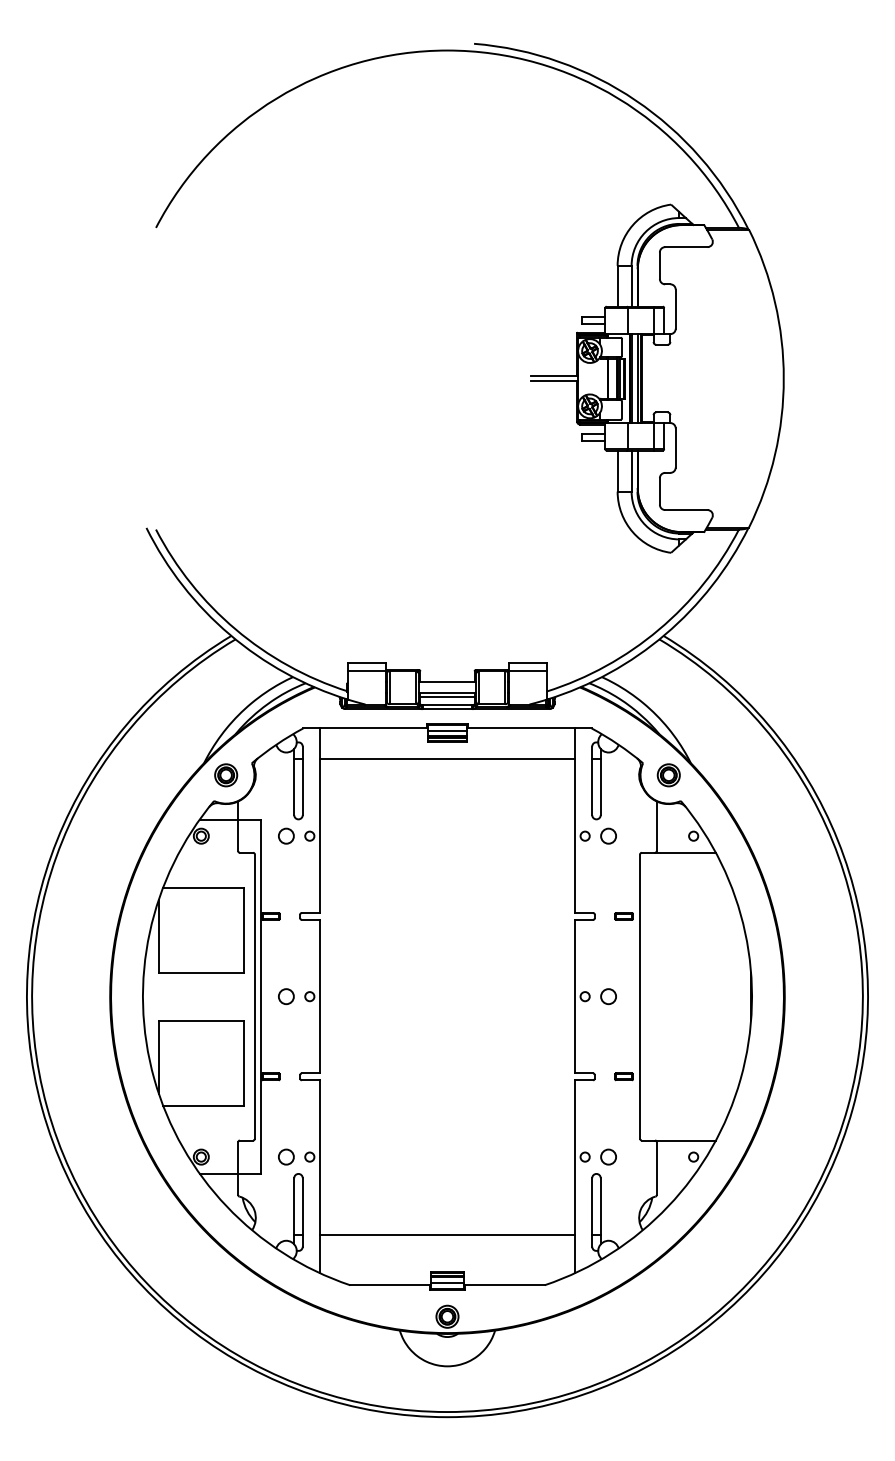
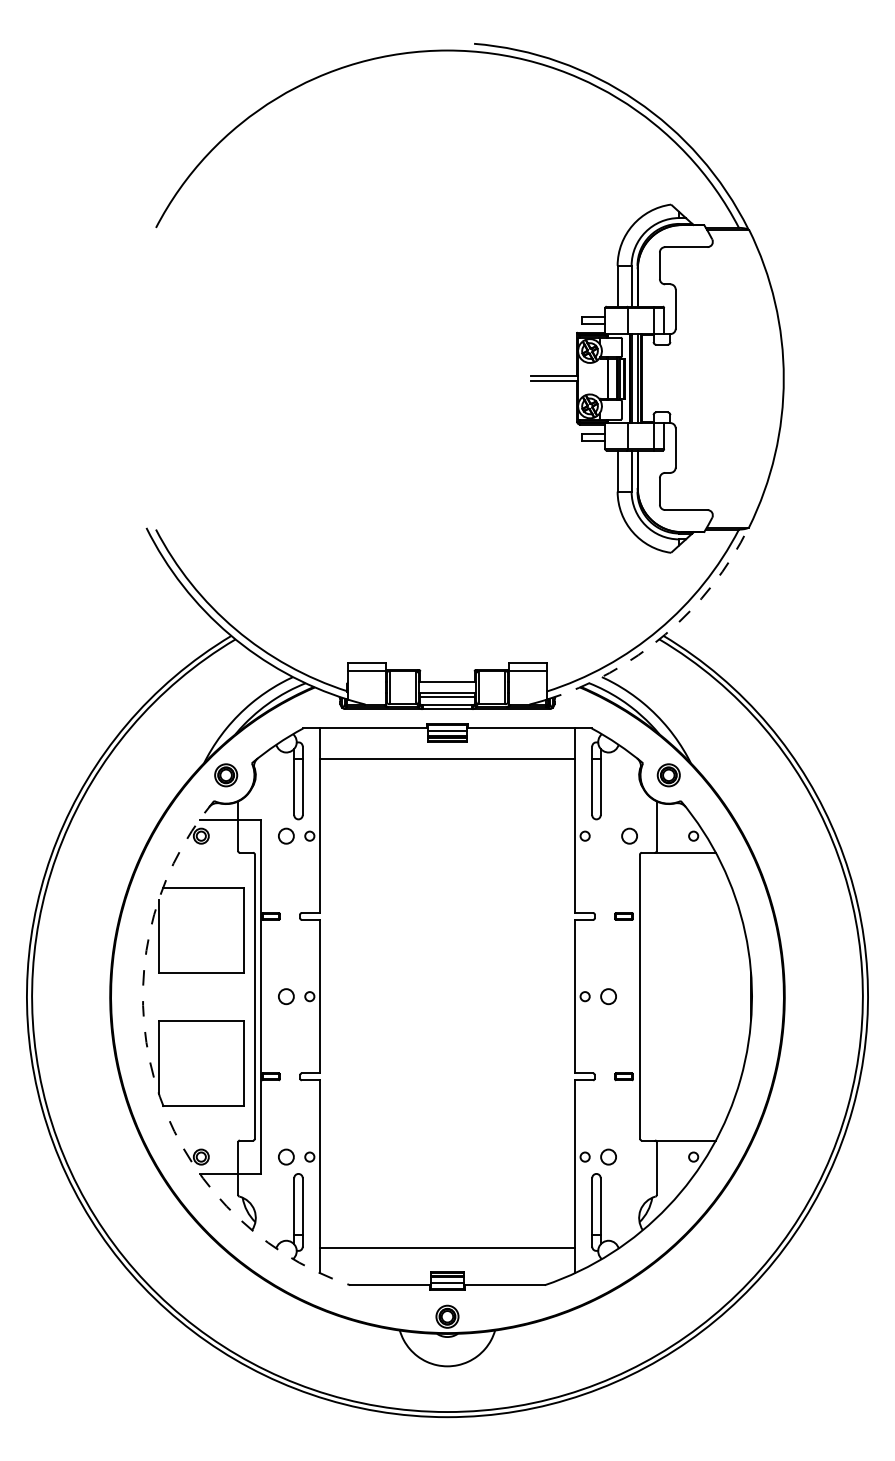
arc at (665, 634): solid -> dashed
circle at (608, 835) position: (608, 835) -> (629, 835)
arc at (154, 1079): solid -> dashed
line at (447, 1234) position: (447, 1234) -> (447, 1247)
